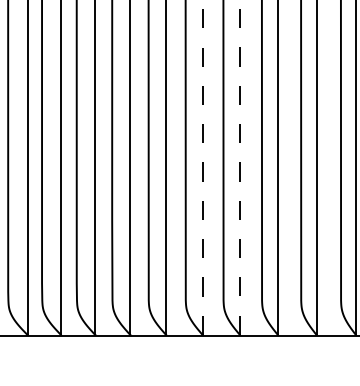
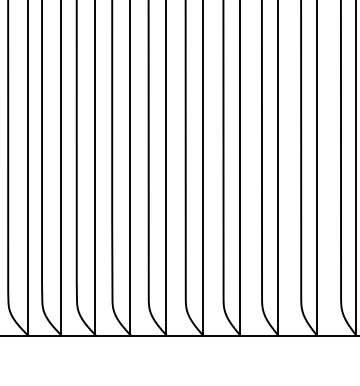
line at (202, 167): dashed -> solid
line at (240, 167): dashed -> solid
